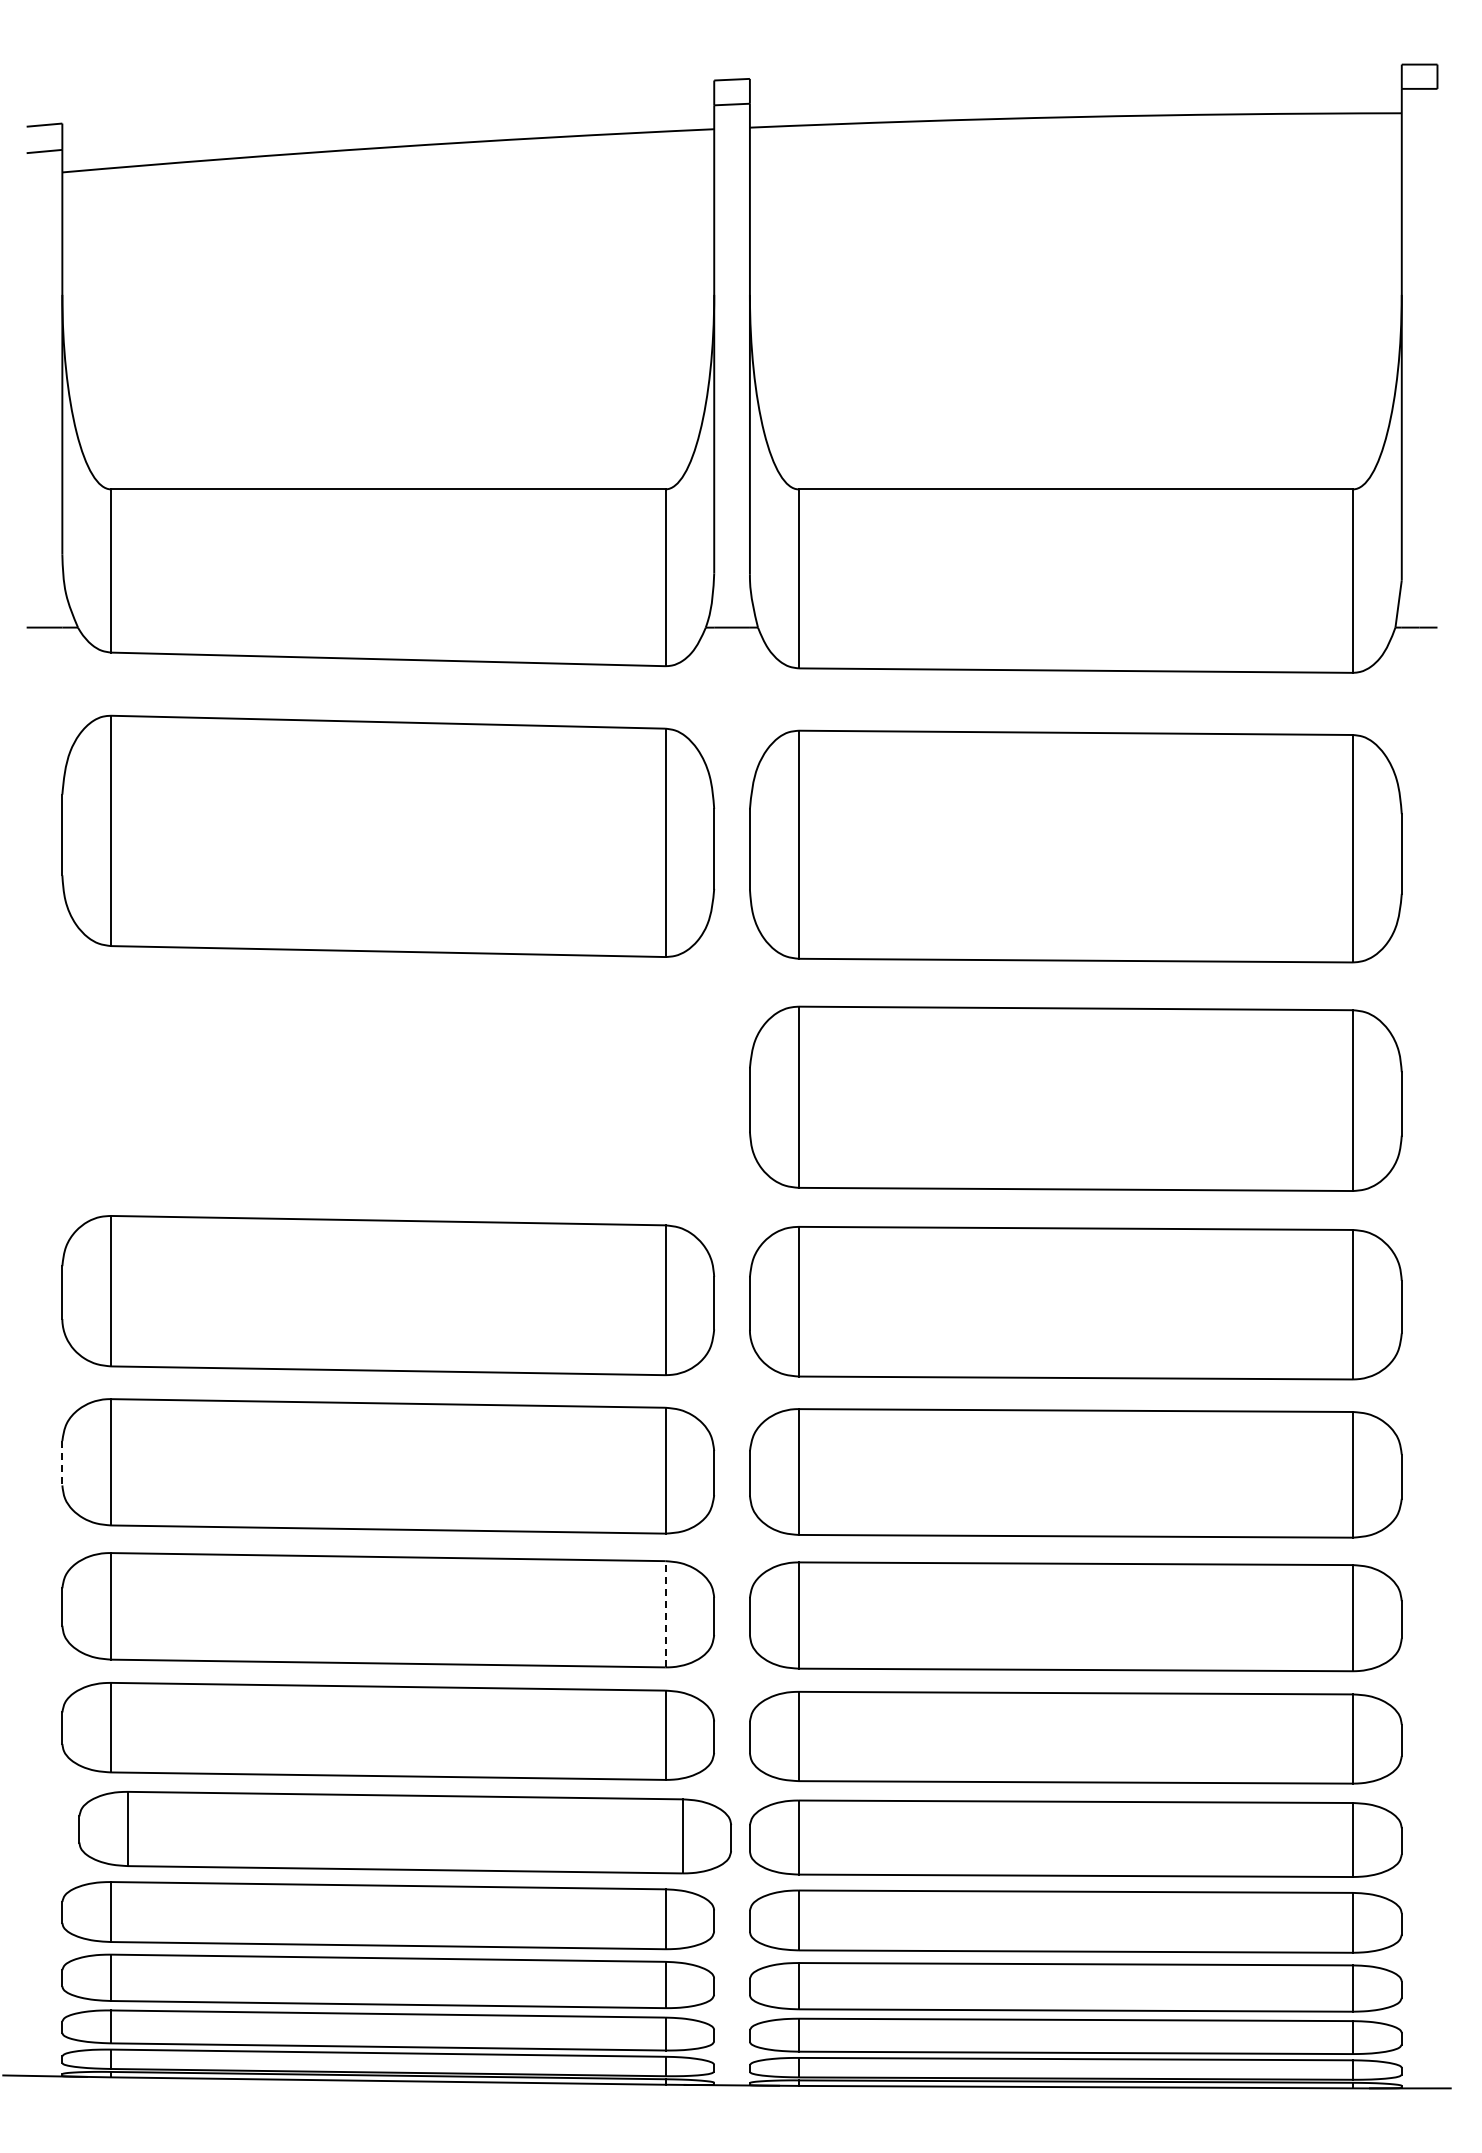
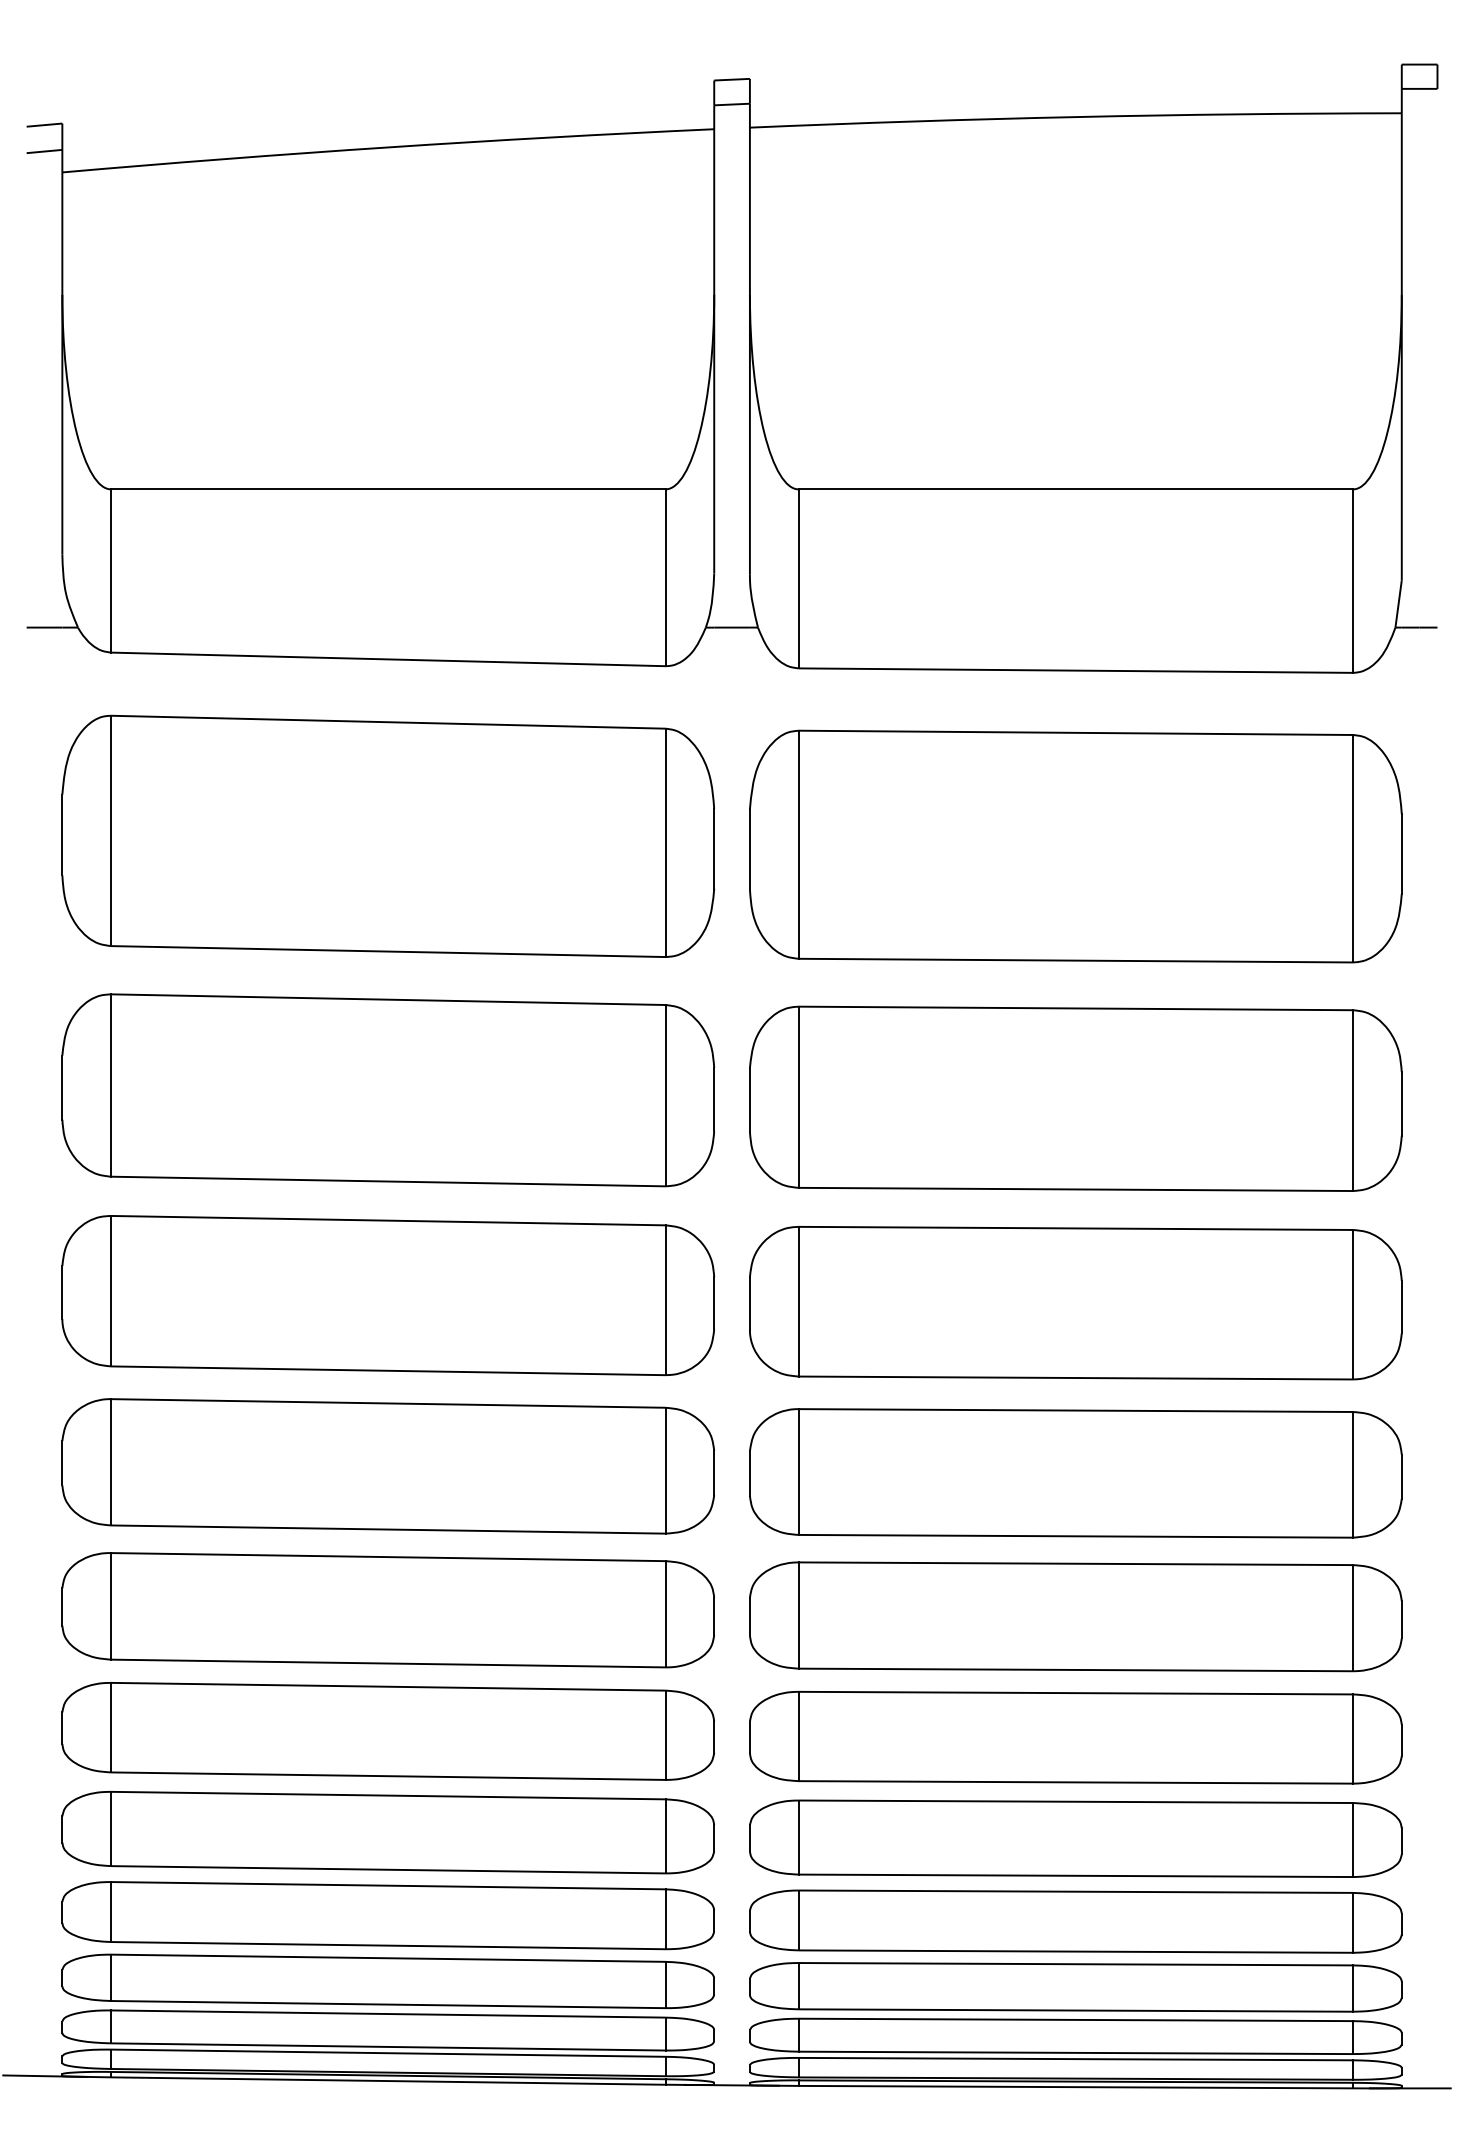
part at (387, 1090): none -> present
line at (62, 1463): dashed -> solid
line at (665, 1613): dashed -> solid
part at (404, 1832) position: (404, 1832) -> (387, 1832)
